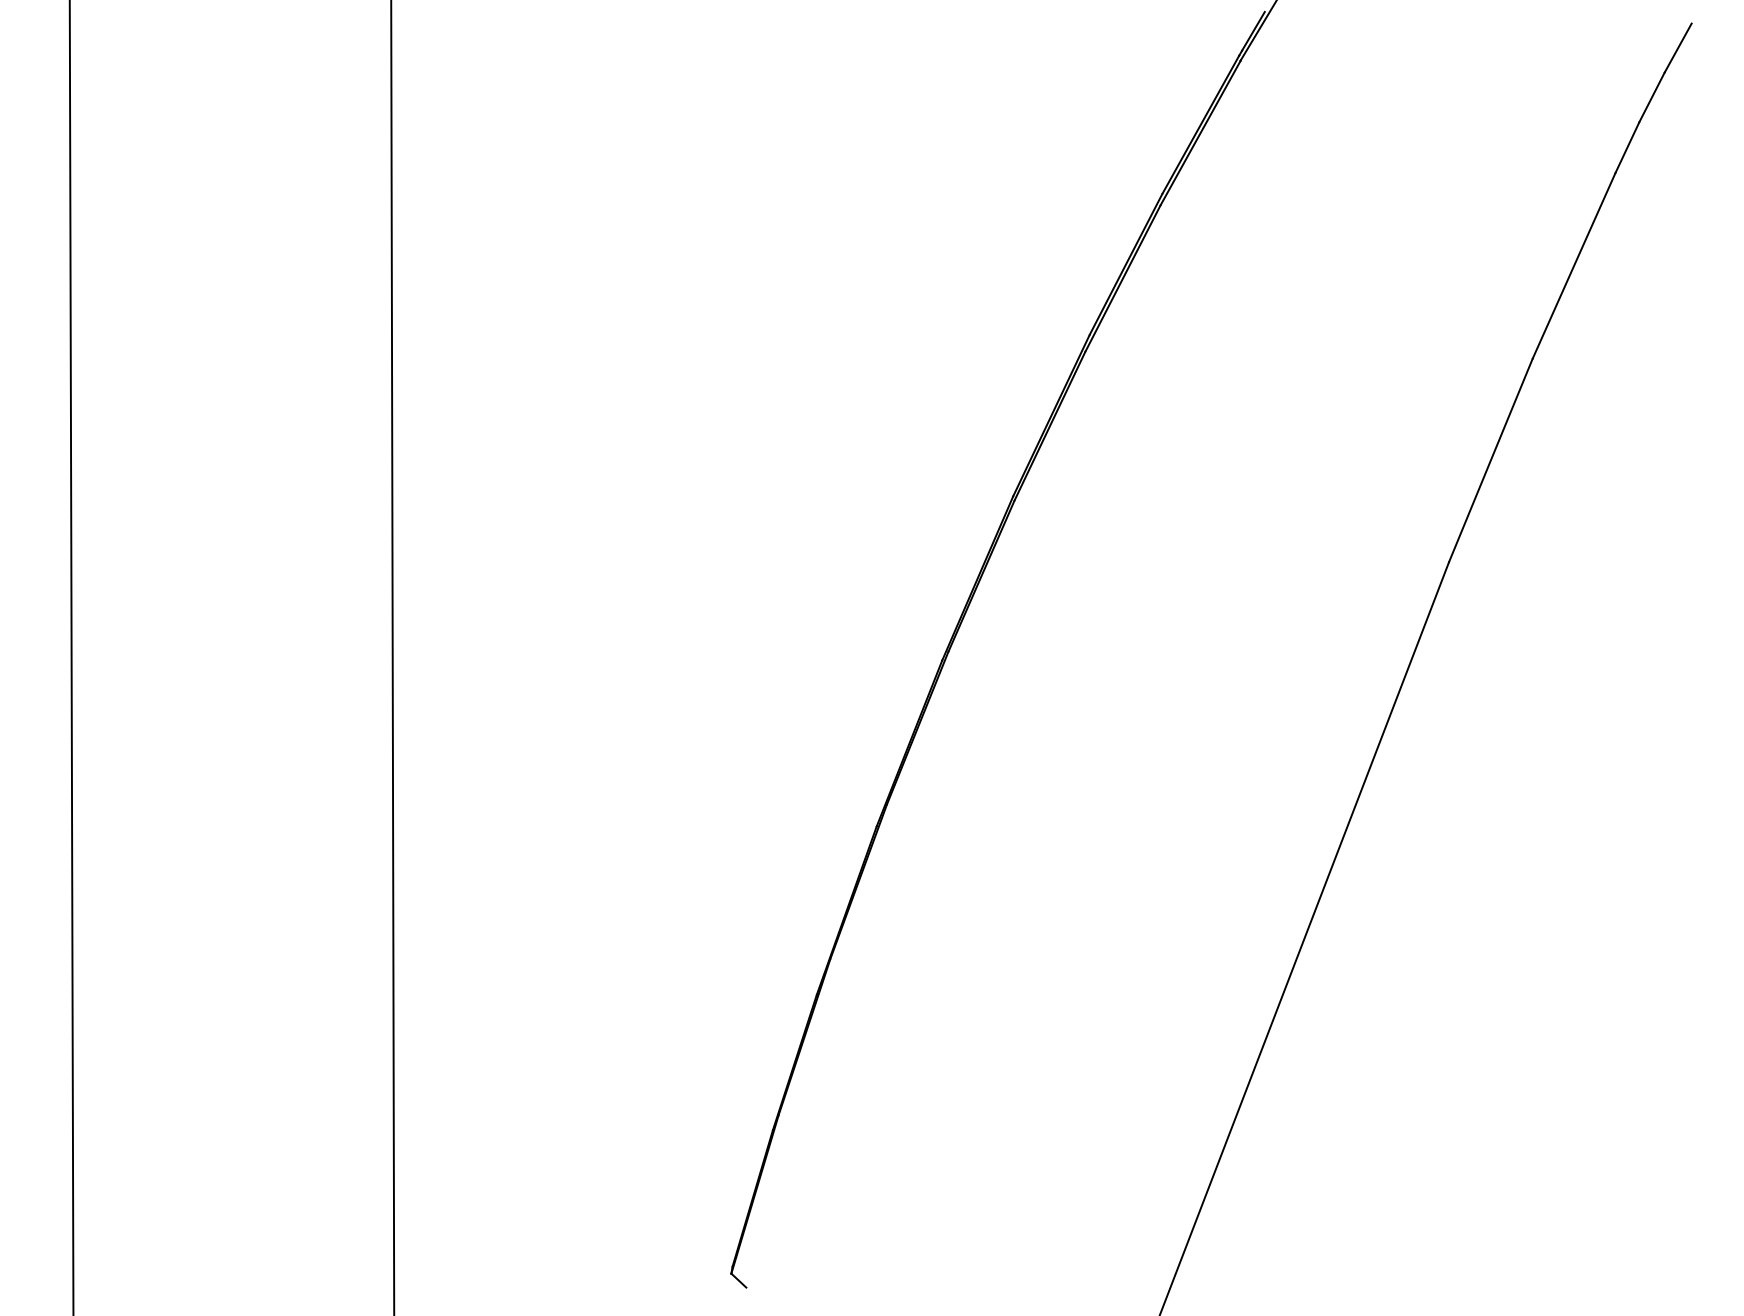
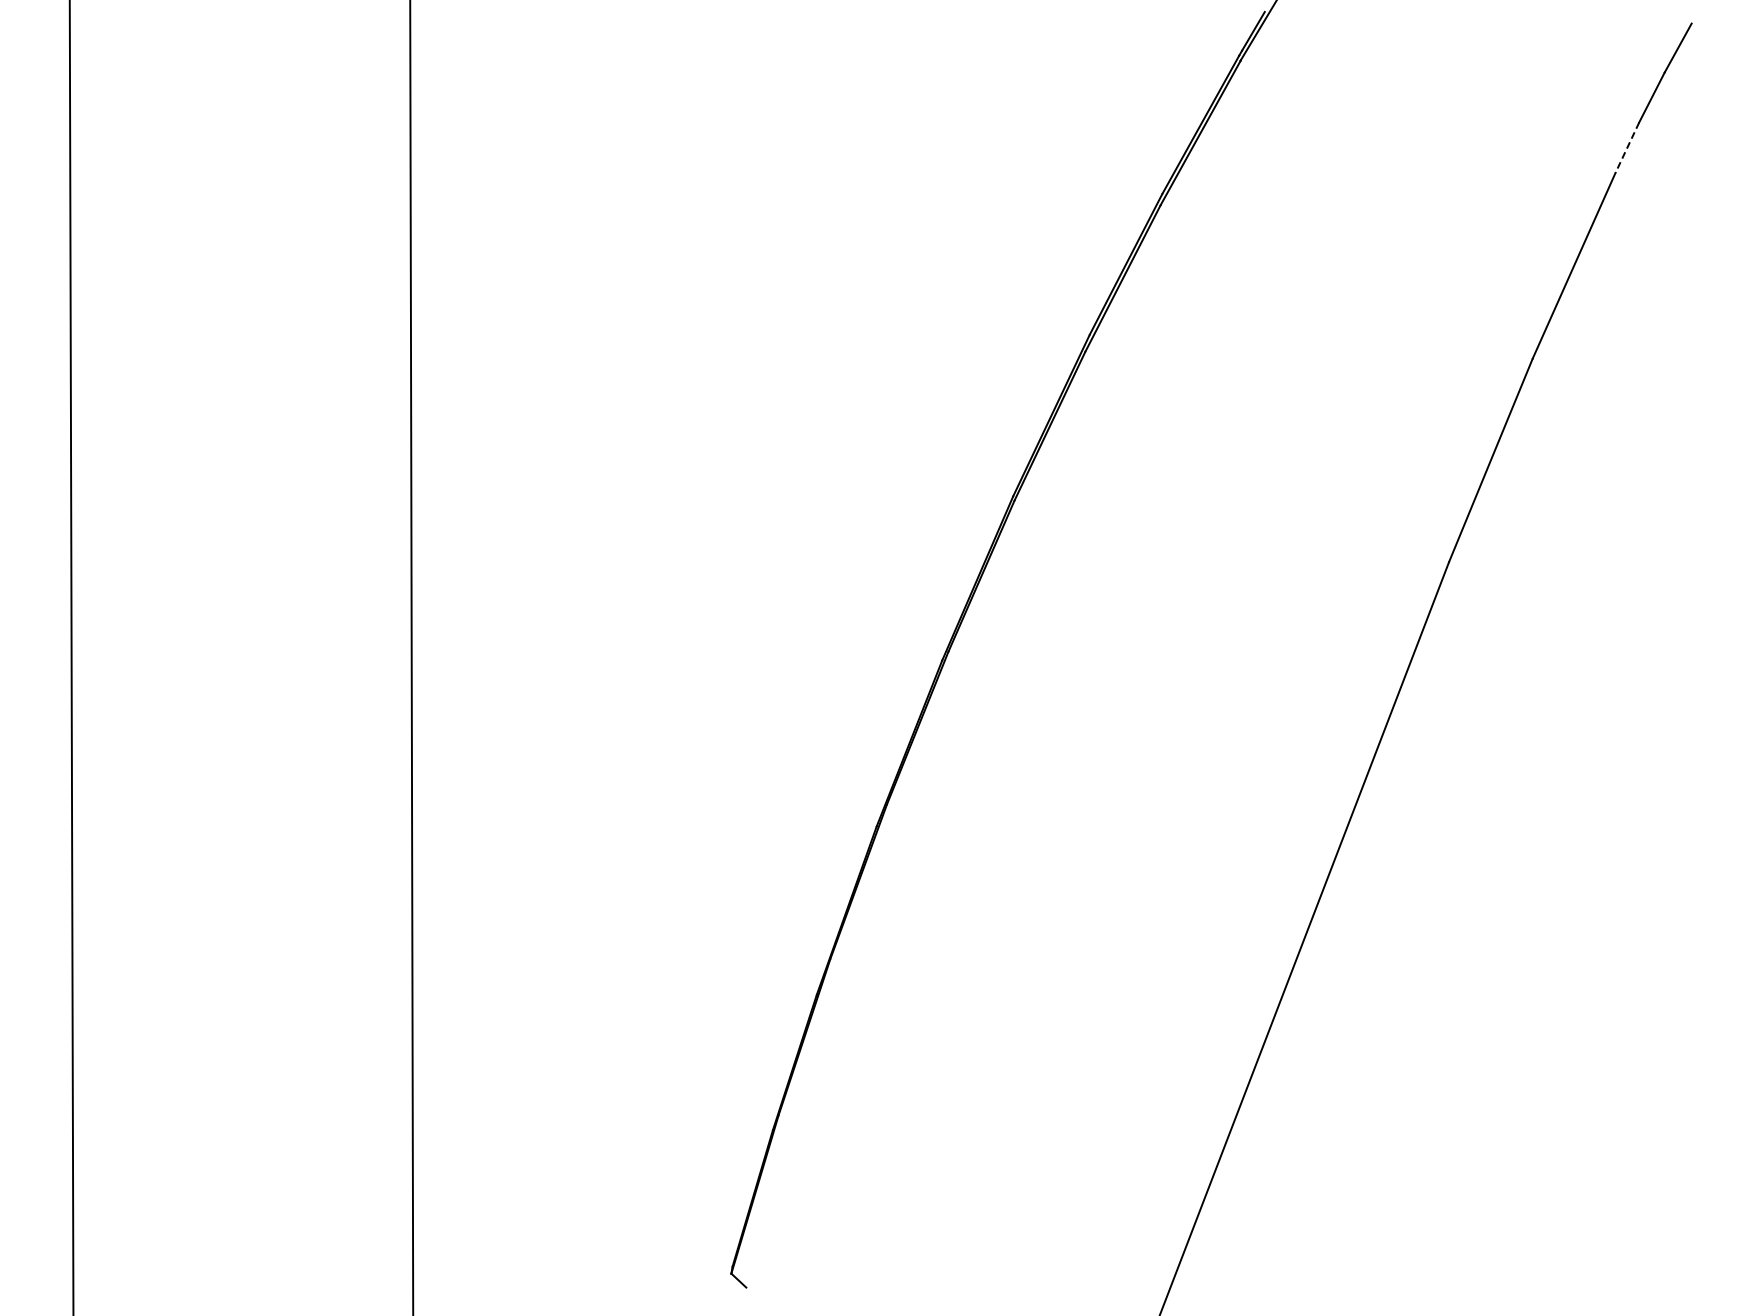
line at (1627, 147): solid -> dashed
line at (392, 657) position: (392, 657) -> (411, 657)
